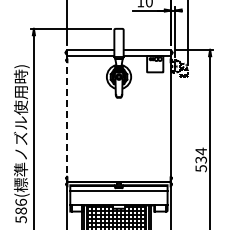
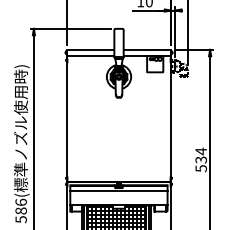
line at (67, 119): dashed -> solid
